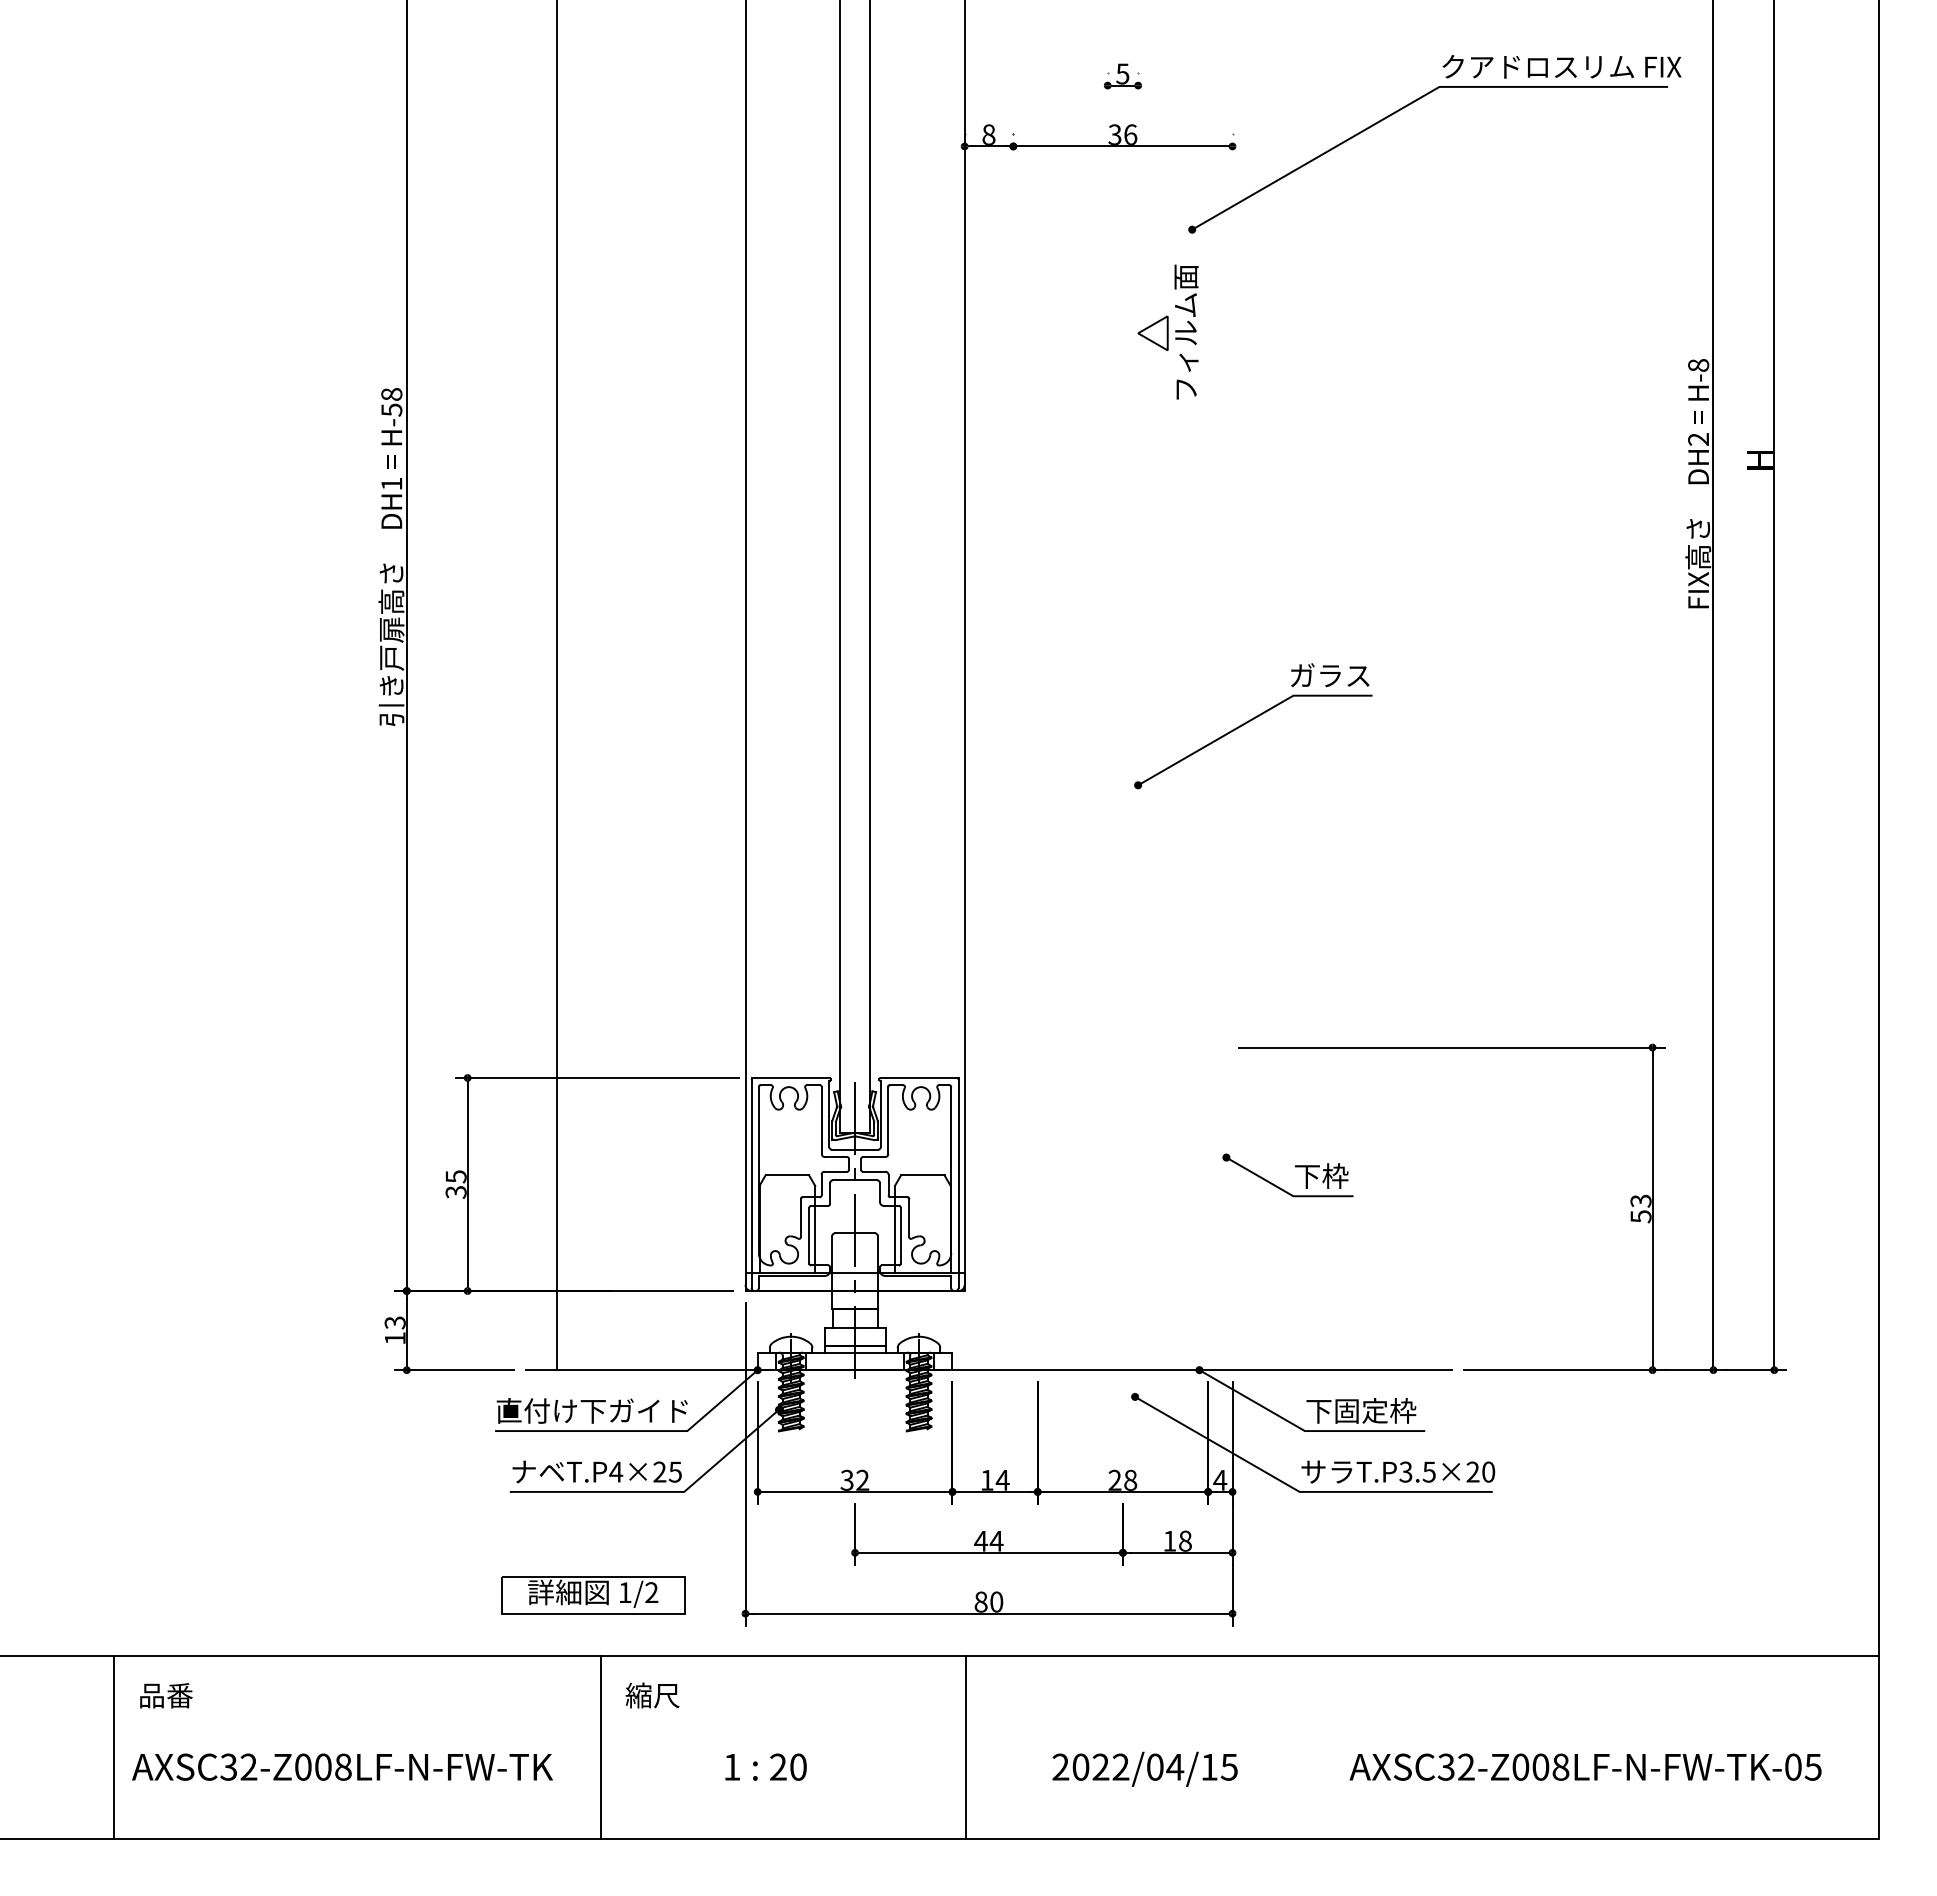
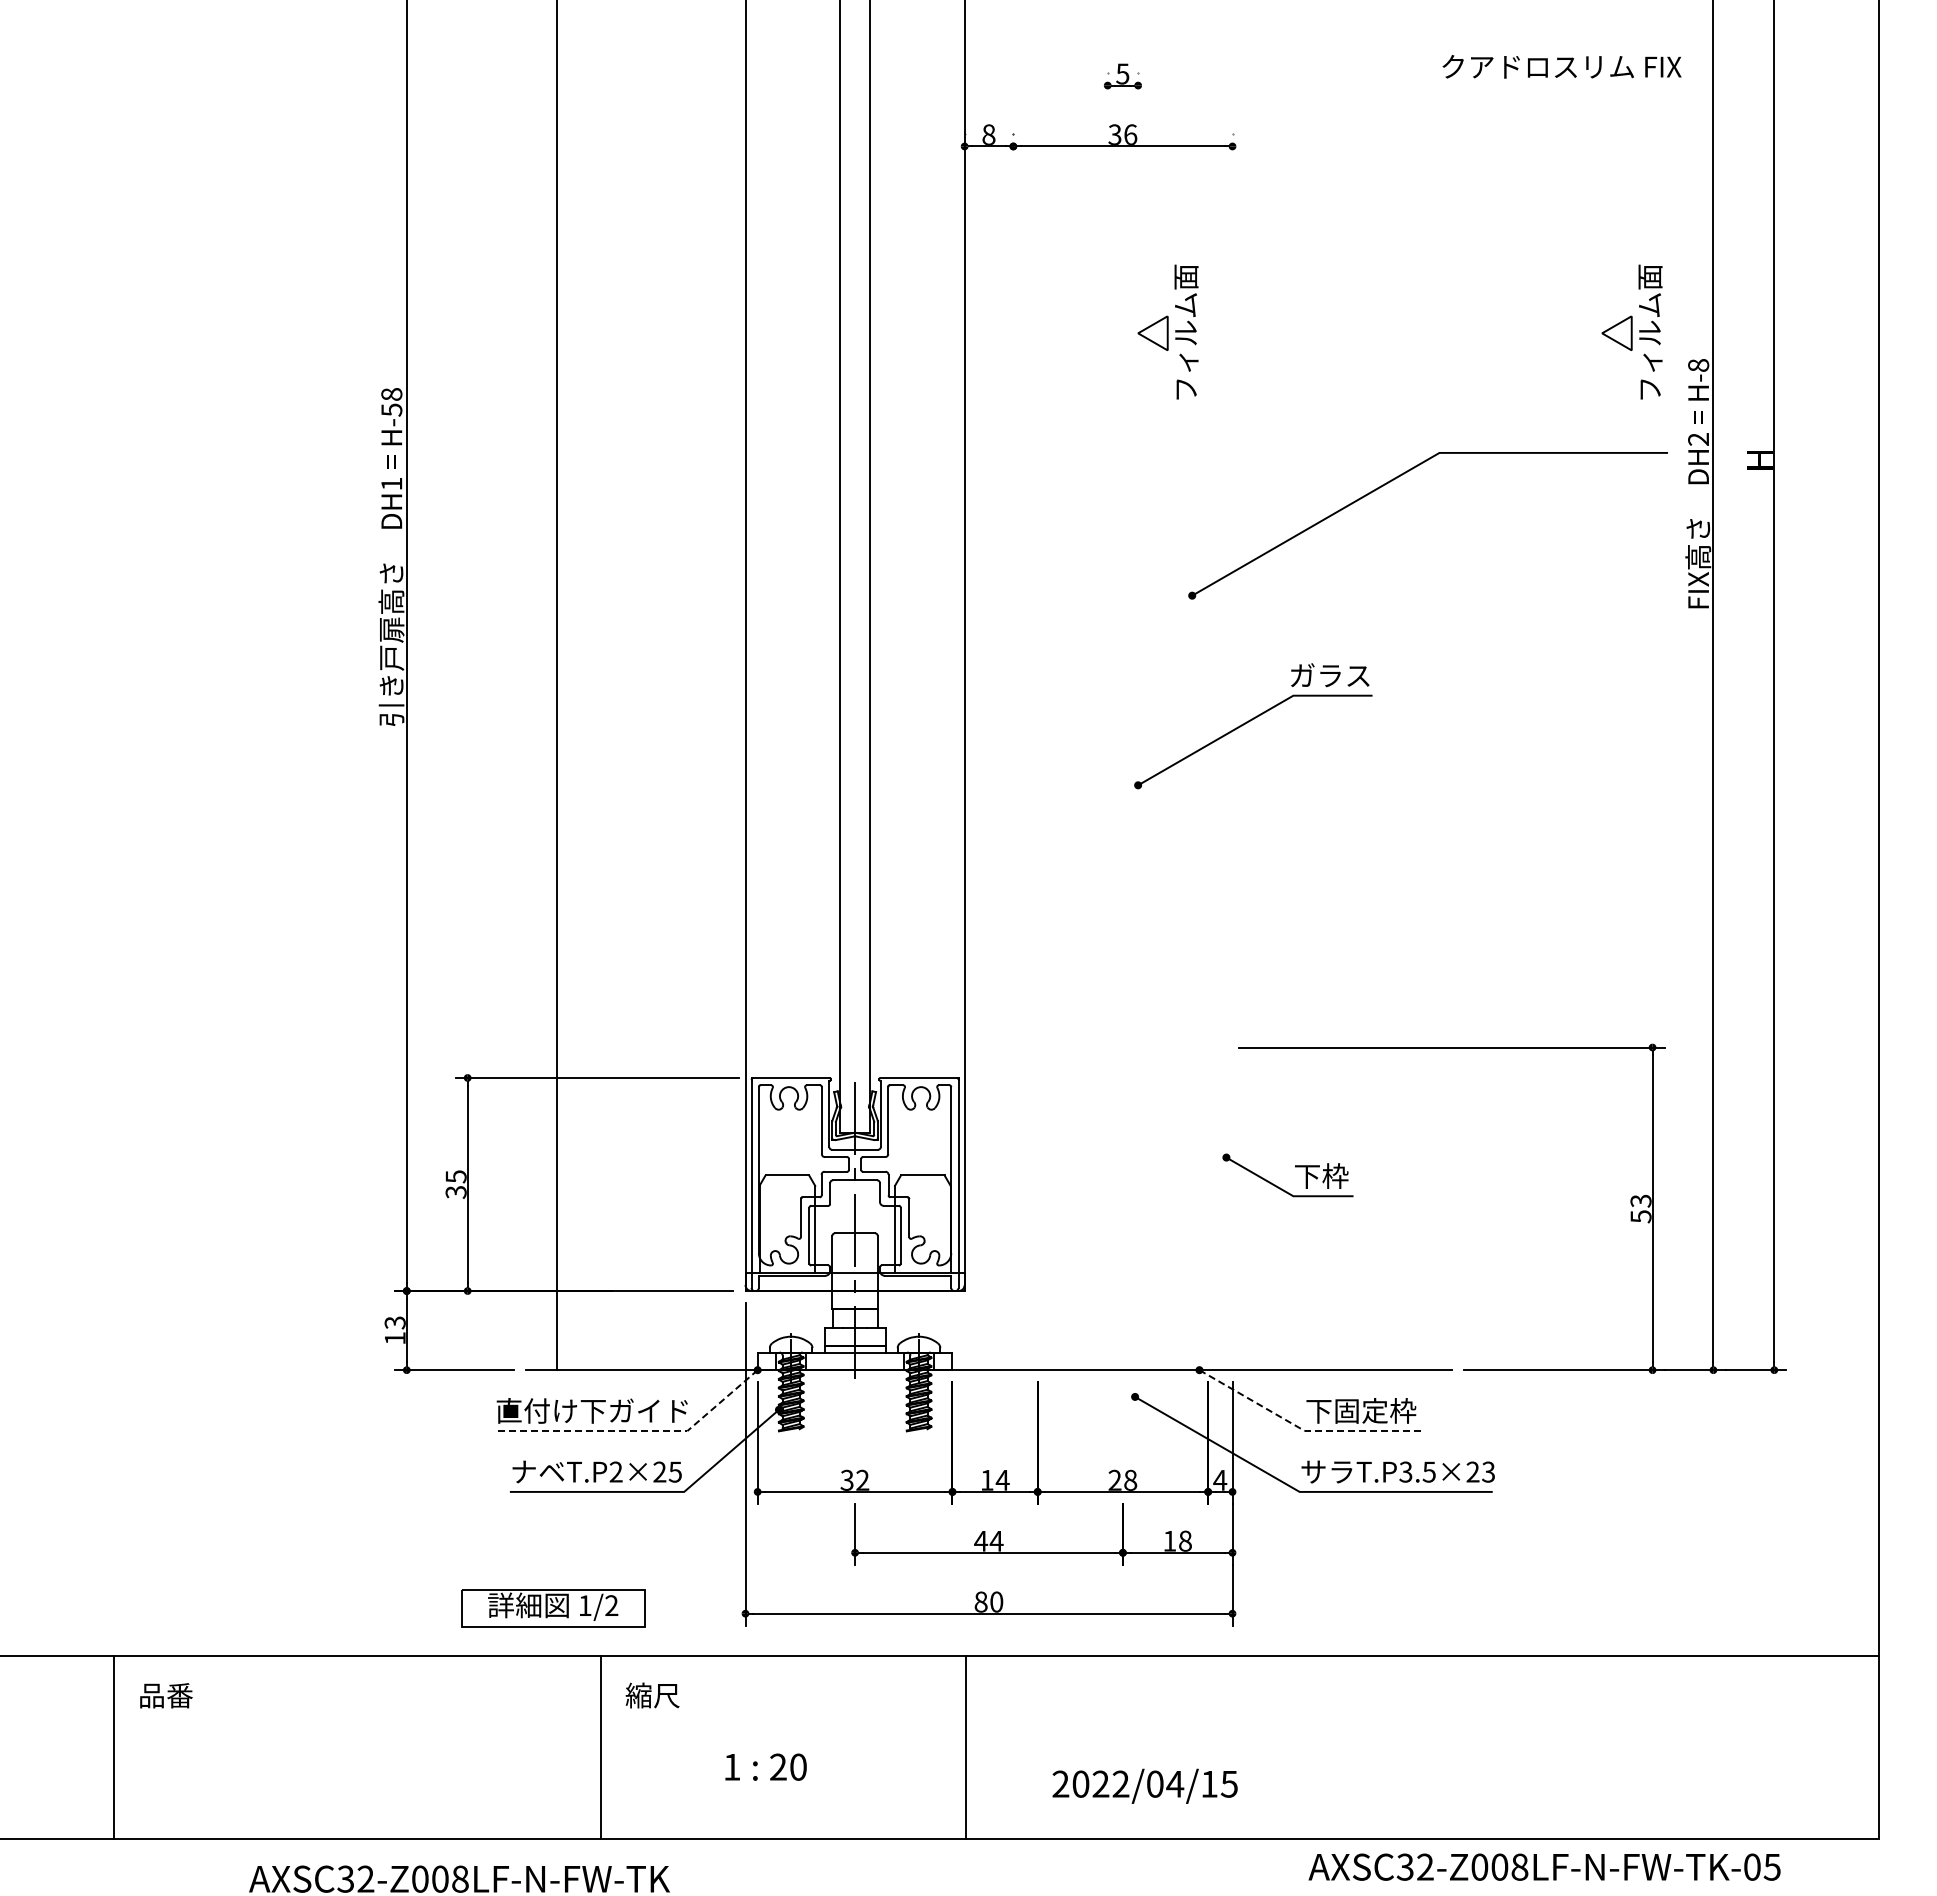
part at (1399, 111) position: (1399, 111) -> (1399, 477)
part at (1631, 331): none -> present
line at (637, 1431): solid -> dashed
line at (1304, 1431): solid -> dashed
text at (616, 1471): T.P4×25 -> T.P2×25
text at (1488, 1471): T.P3.5×20 -> T.P3.5×23
part at (593, 1595) position: (593, 1595) -> (553, 1608)
text at (342, 1766) position: (342, 1766) -> (459, 1878)
text at (1585, 1766) position: (1585, 1766) -> (1544, 1866)
text at (1144, 1768) position: (1144, 1768) -> (1144, 1785)
